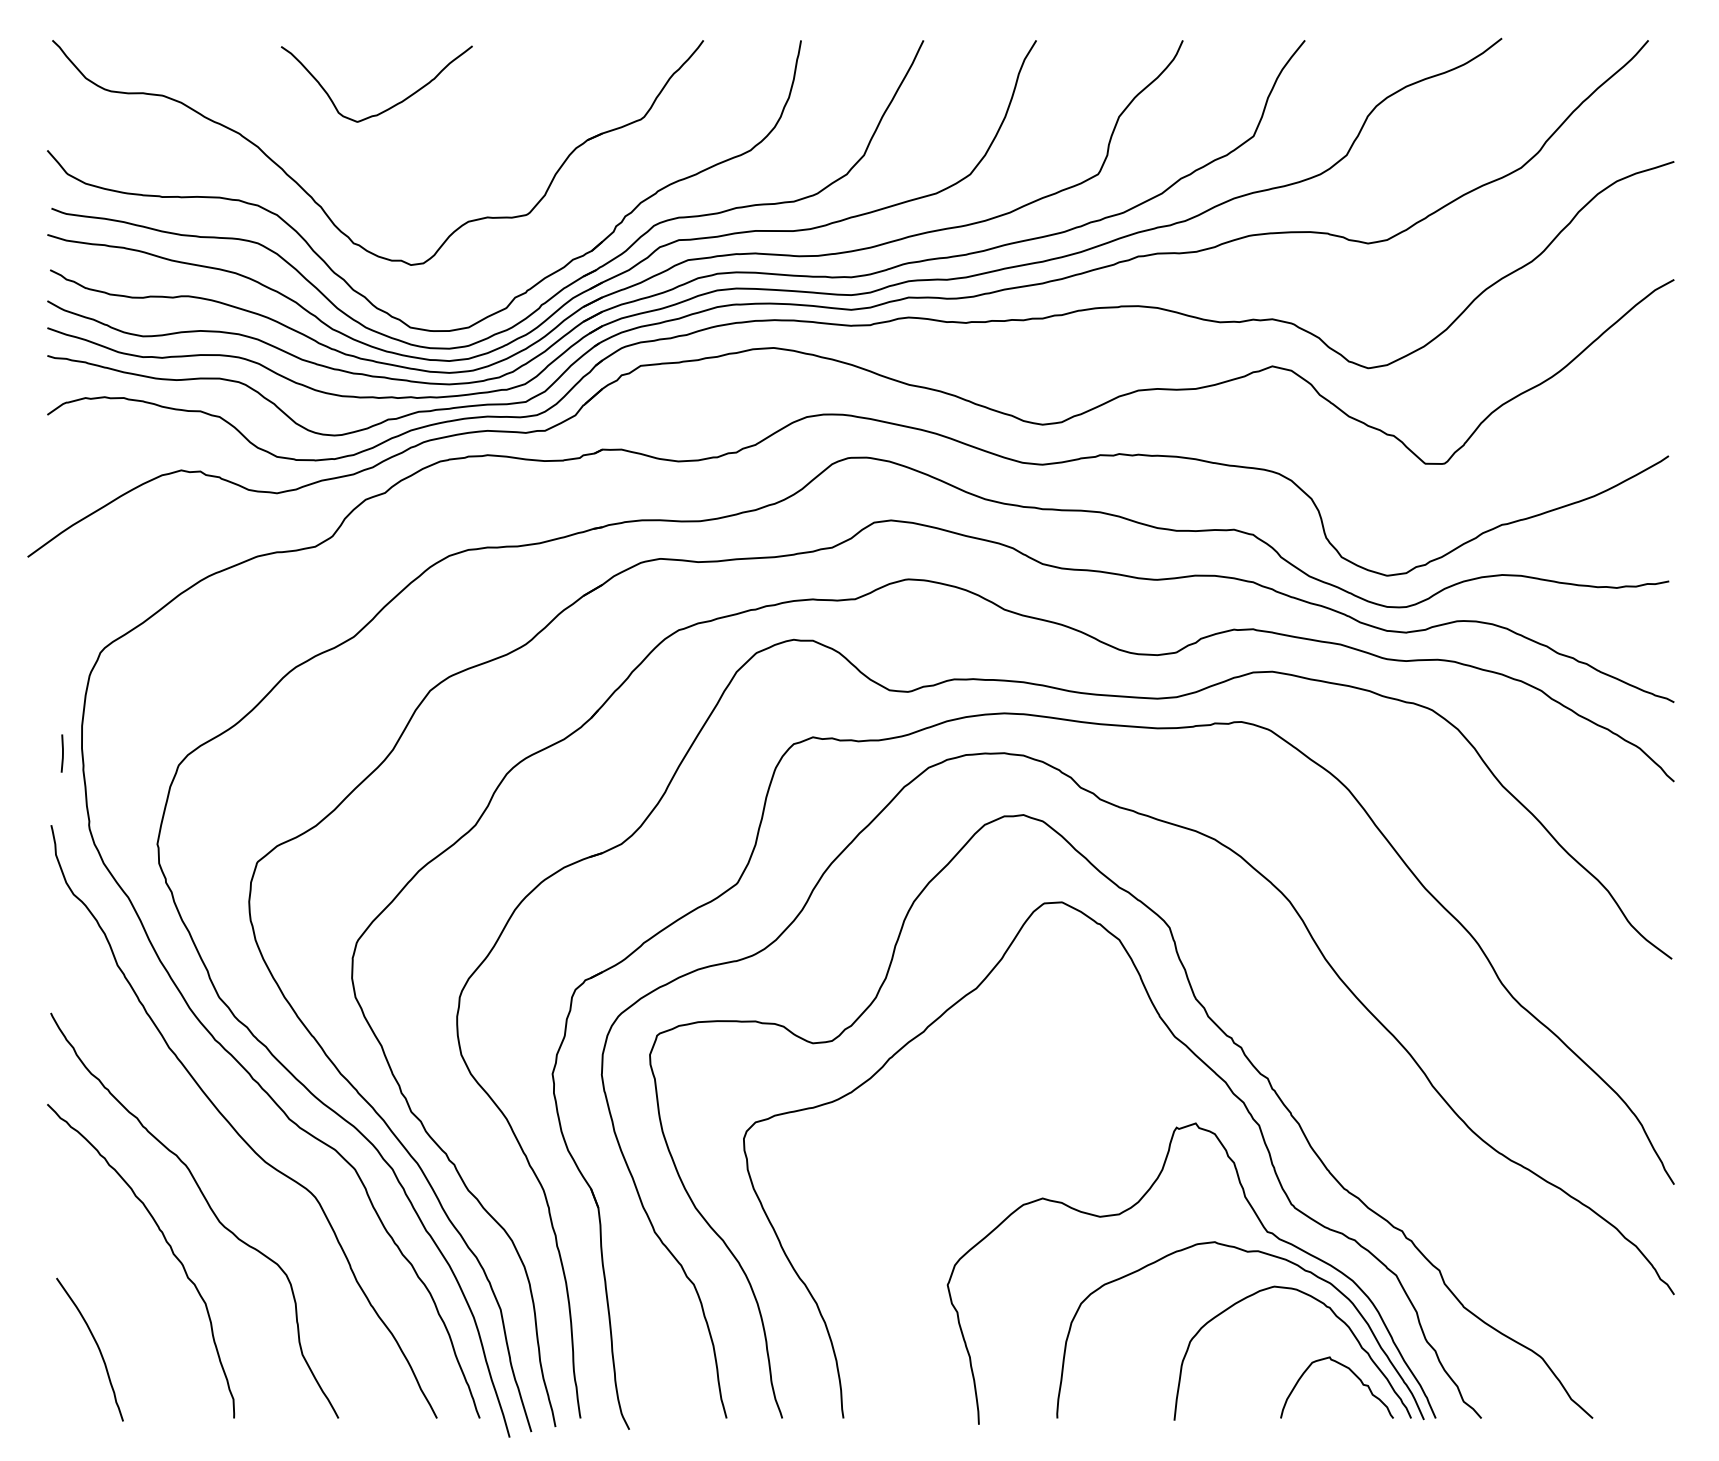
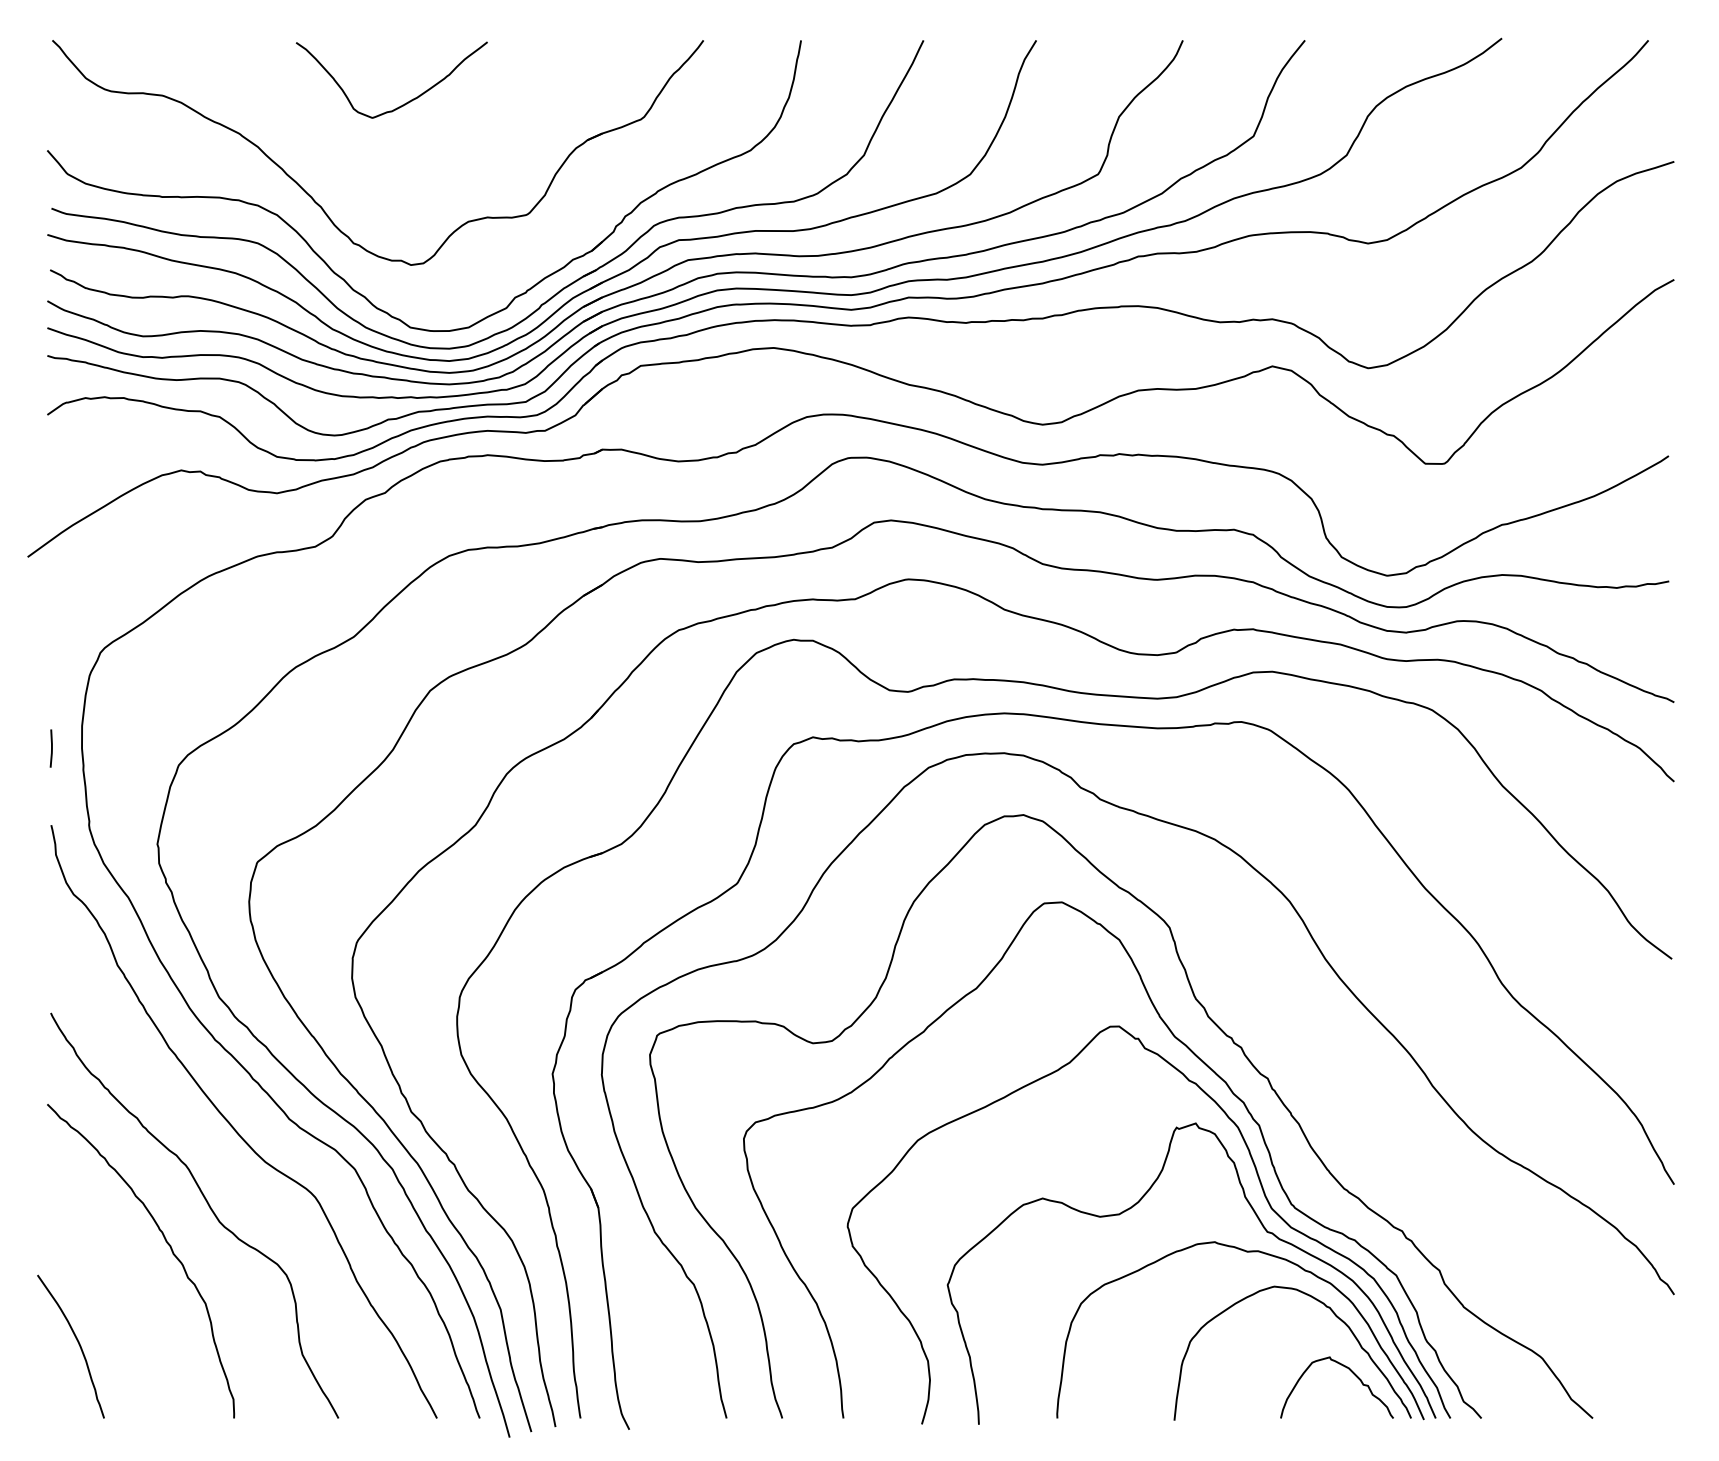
curve at (389, 107) position: (389, 107) -> (404, 103)
line at (62, 753) position: (62, 753) -> (51, 748)
curve at (1258, 1180): none -> present
curve at (96, 1345) position: (96, 1345) -> (77, 1342)
